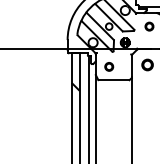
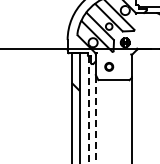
part at (149, 26): present -> none
part at (147, 64): present -> none
line at (89, 110): solid -> dashed
line at (95, 118): solid -> dashed
